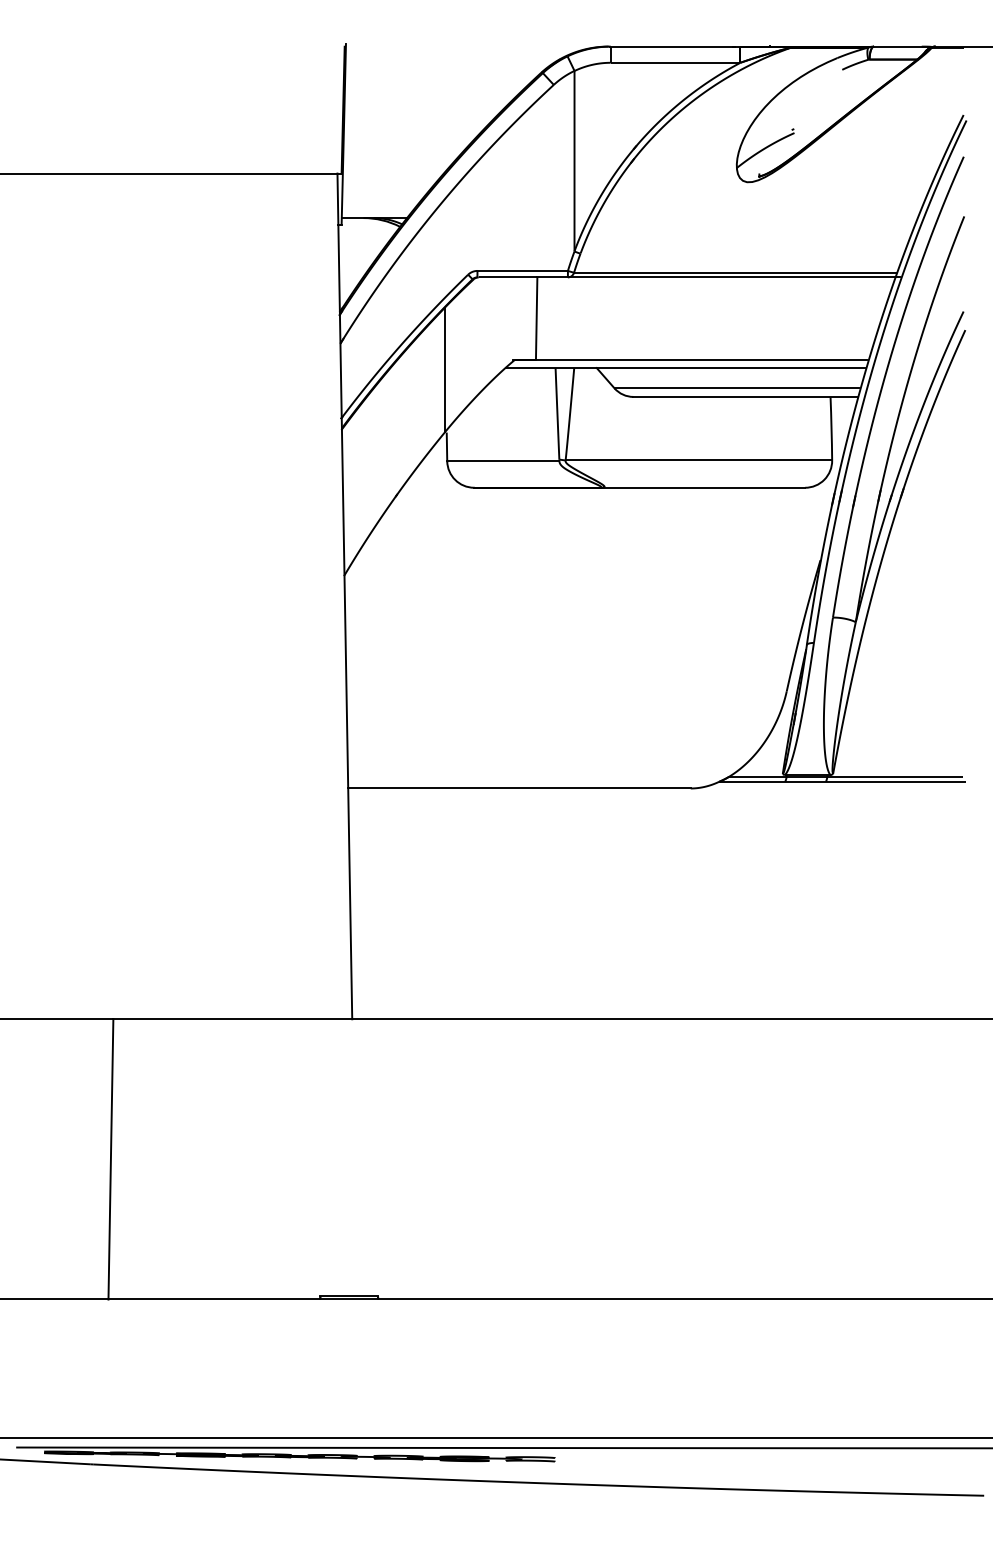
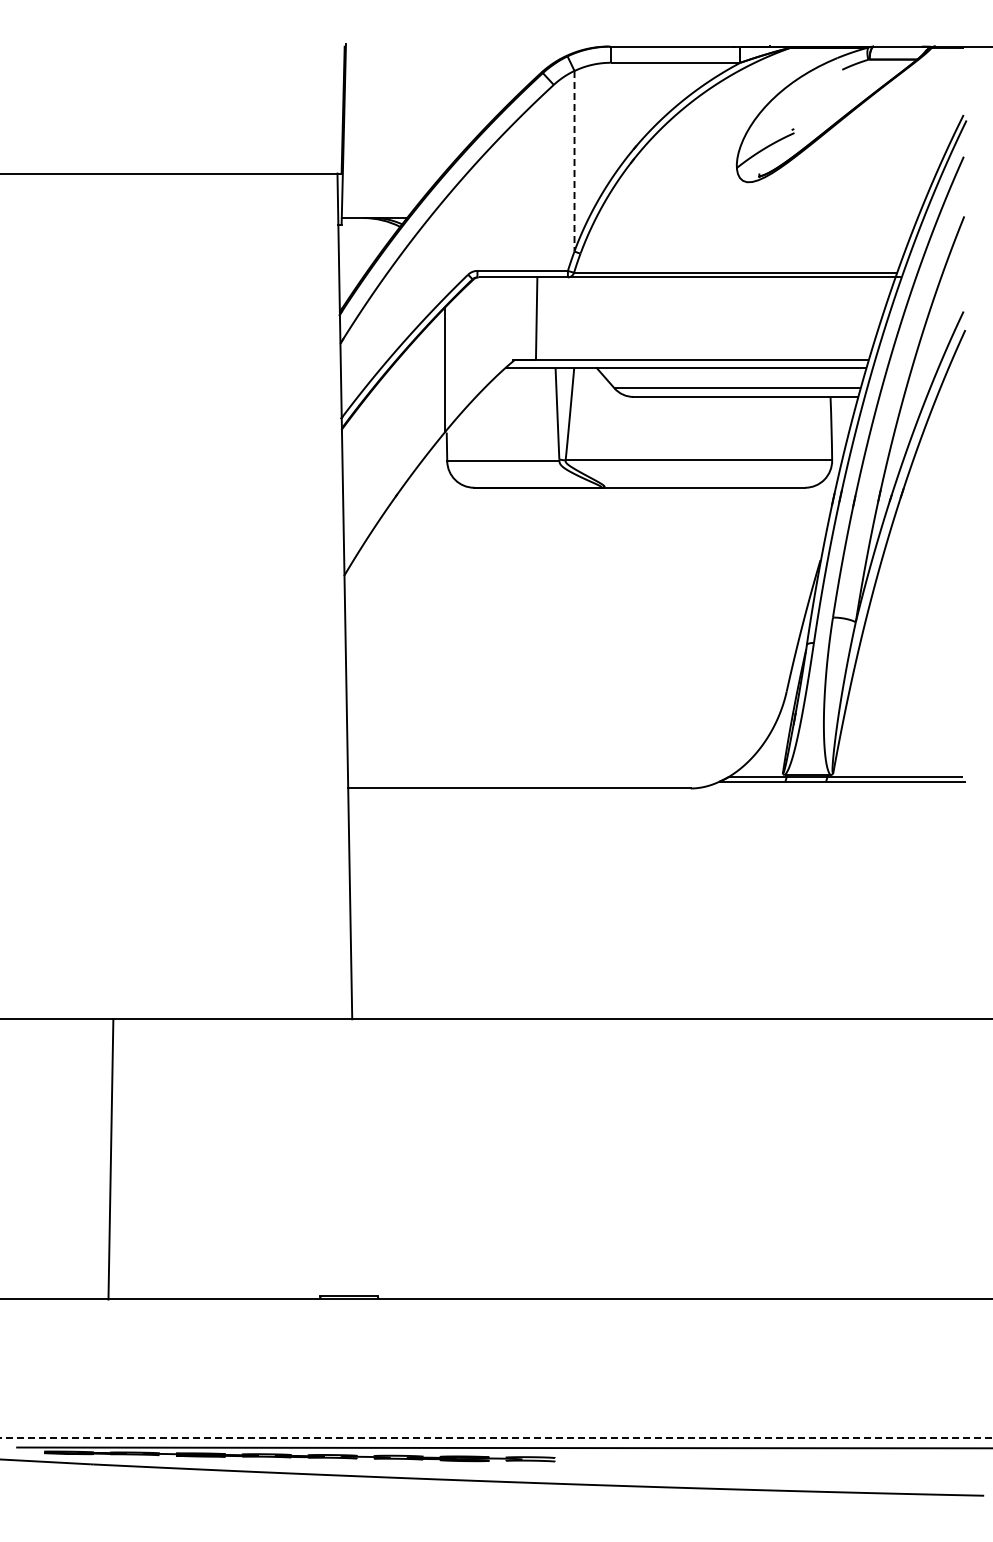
line at (574, 161): solid -> dashed
line at (496, 1438): solid -> dashed
